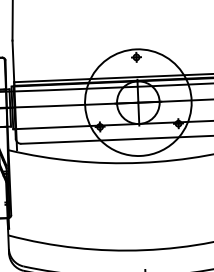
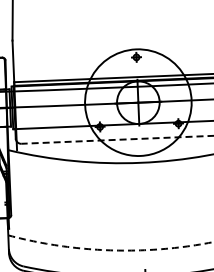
line at (116, 139): solid -> dashed
arc at (111, 250): solid -> dashed
